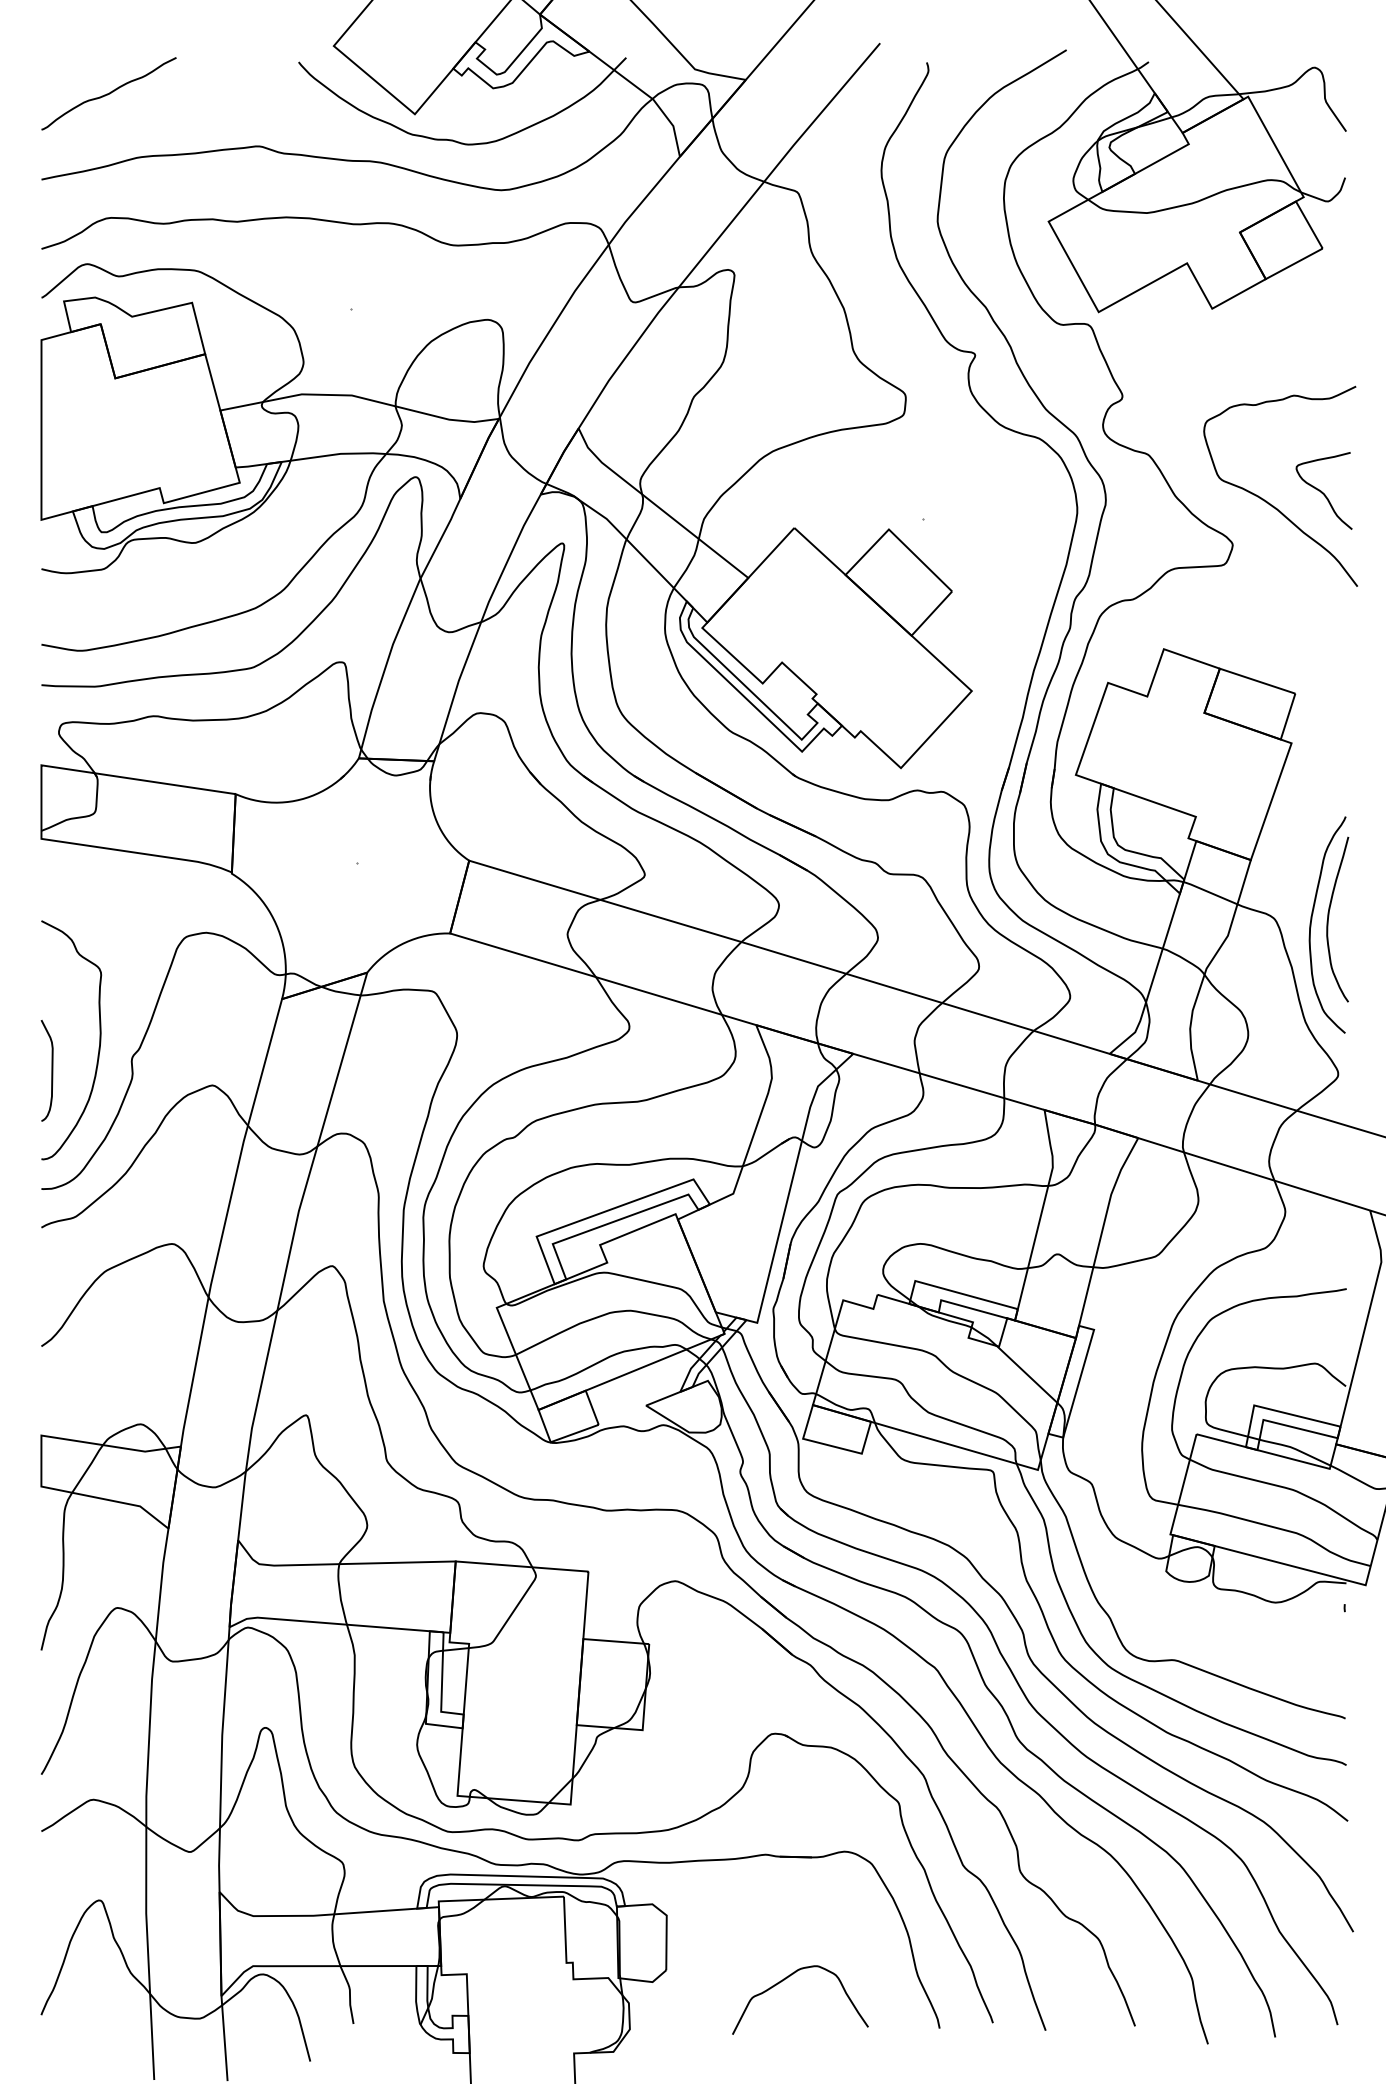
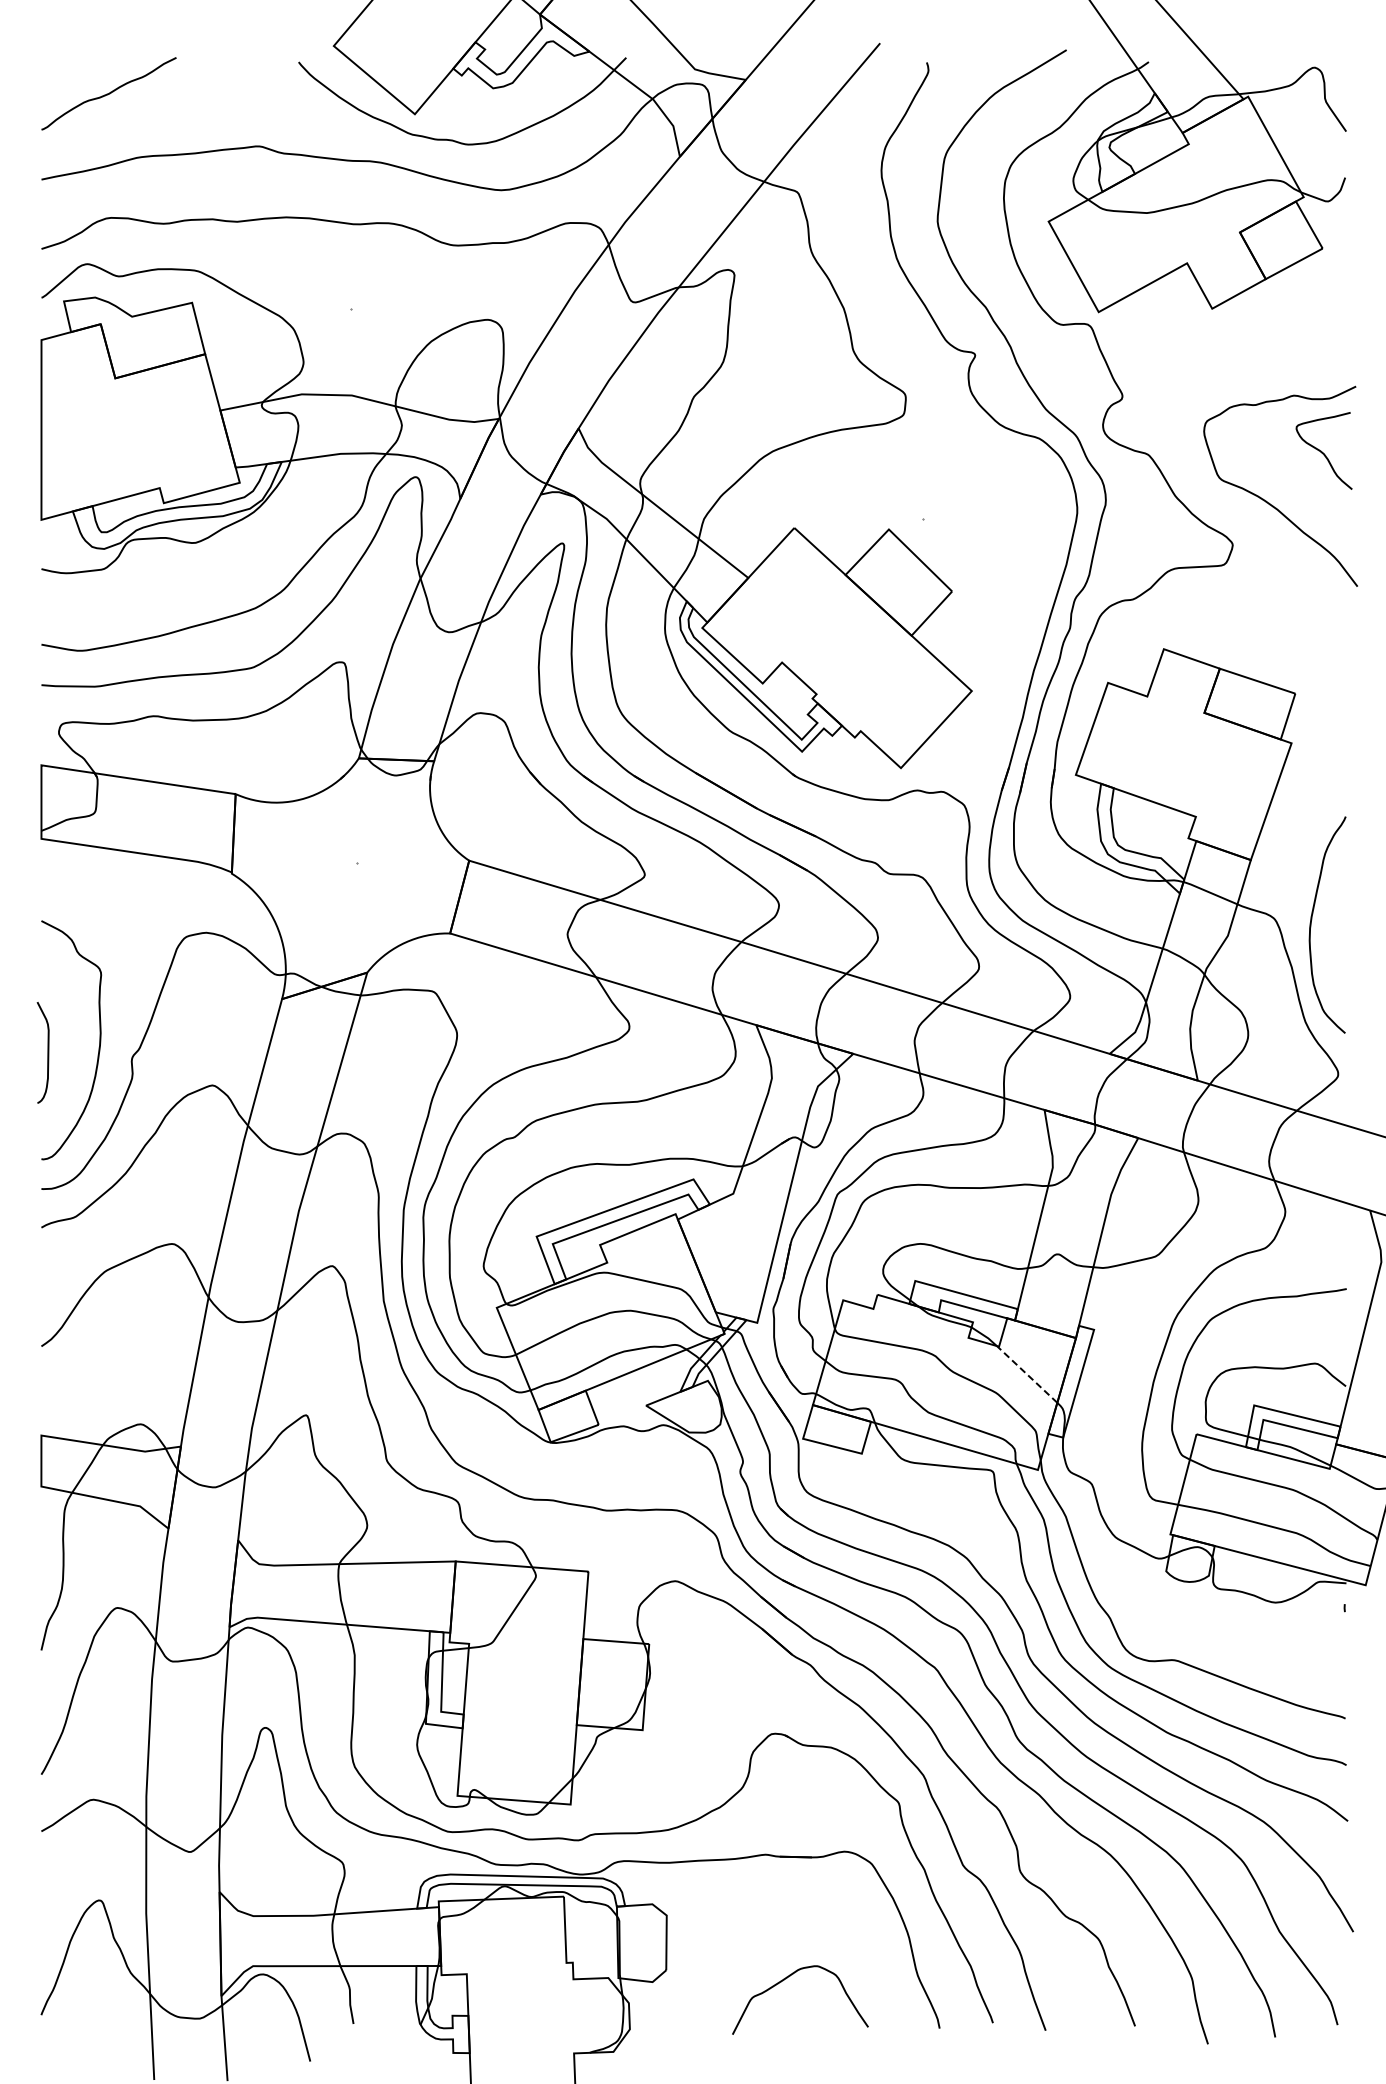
curve at (1322, 491) position: (1322, 491) -> (1322, 451)
curve at (1329, 916): present -> none
curve at (51, 1070) position: (51, 1070) -> (47, 1052)
line at (1026, 1374): solid -> dashed
